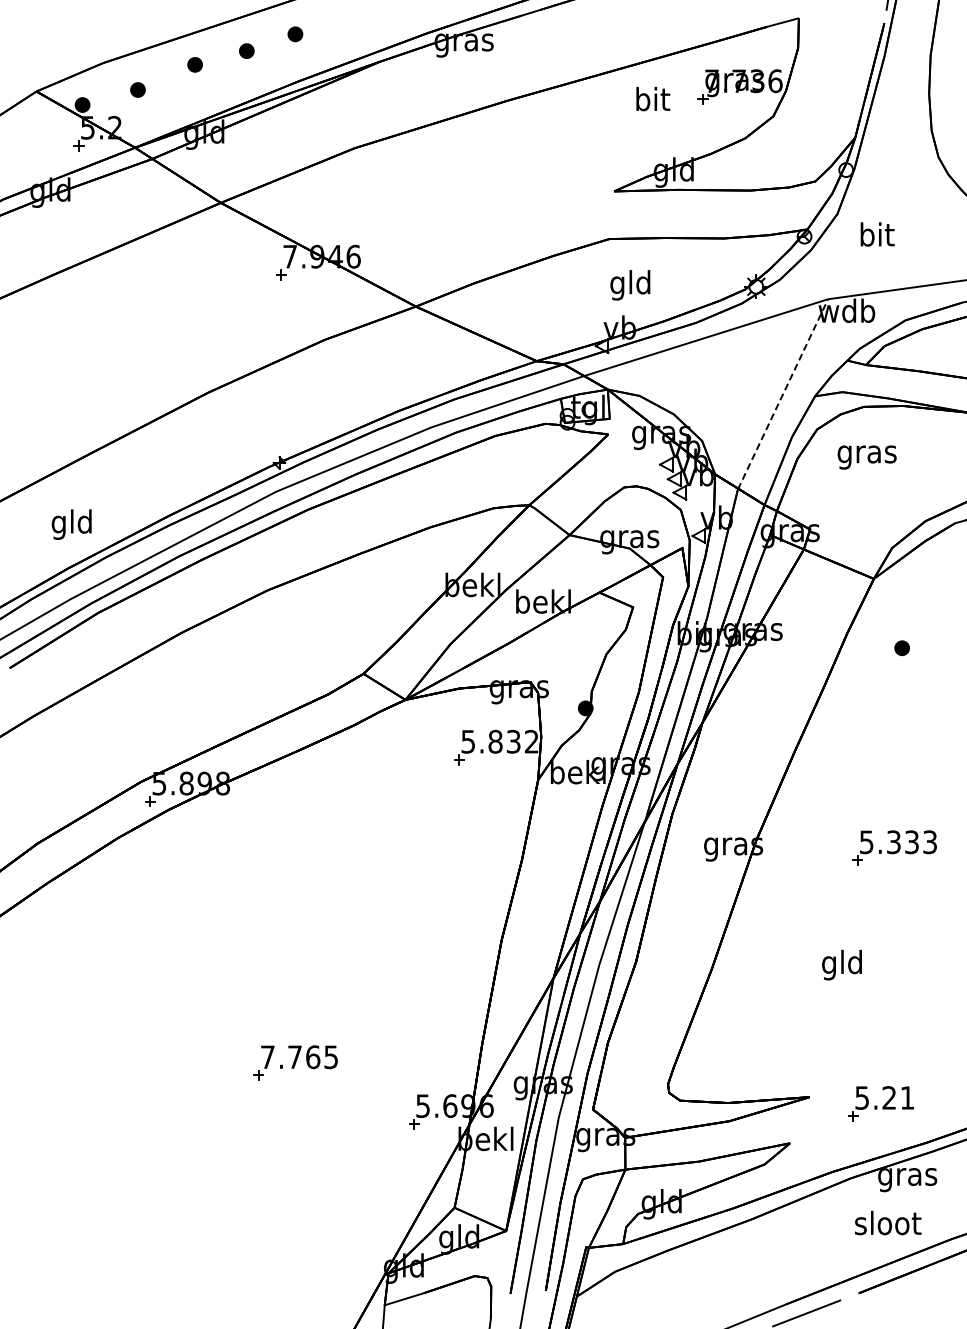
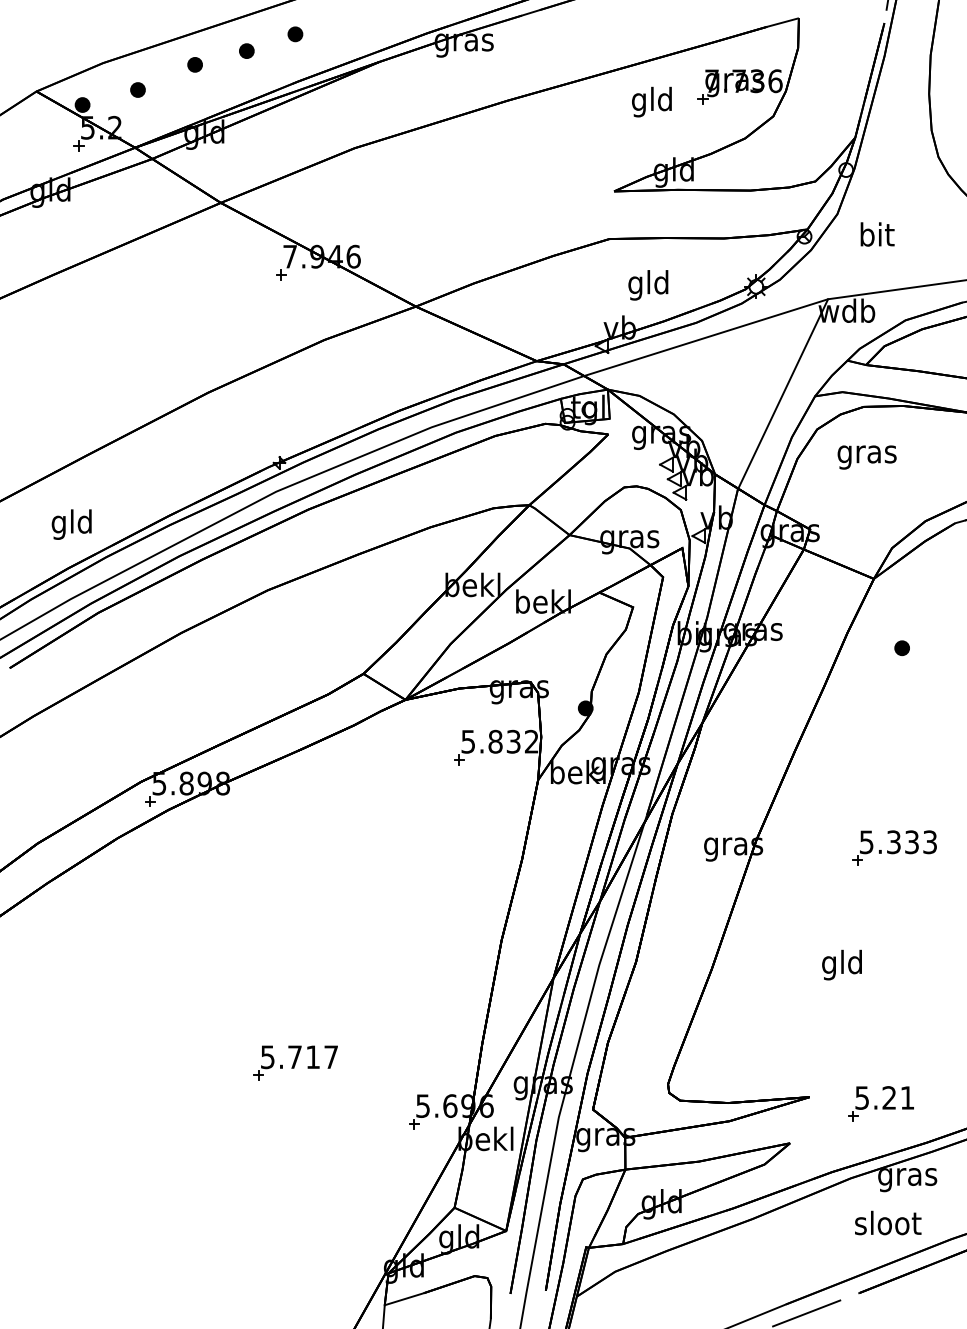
text at (651, 101): bit -> gld
text at (630, 285) position: (630, 285) -> (648, 285)
line at (783, 393): dashed -> solid
text at (299, 1057): 7.765 -> 5.717
